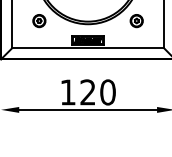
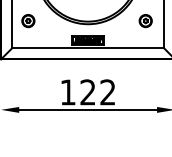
part at (39, 21) position: (39, 21) -> (28, 21)
part at (136, 21) position: (136, 21) -> (145, 21)
text at (107, 92): 120 -> 122
